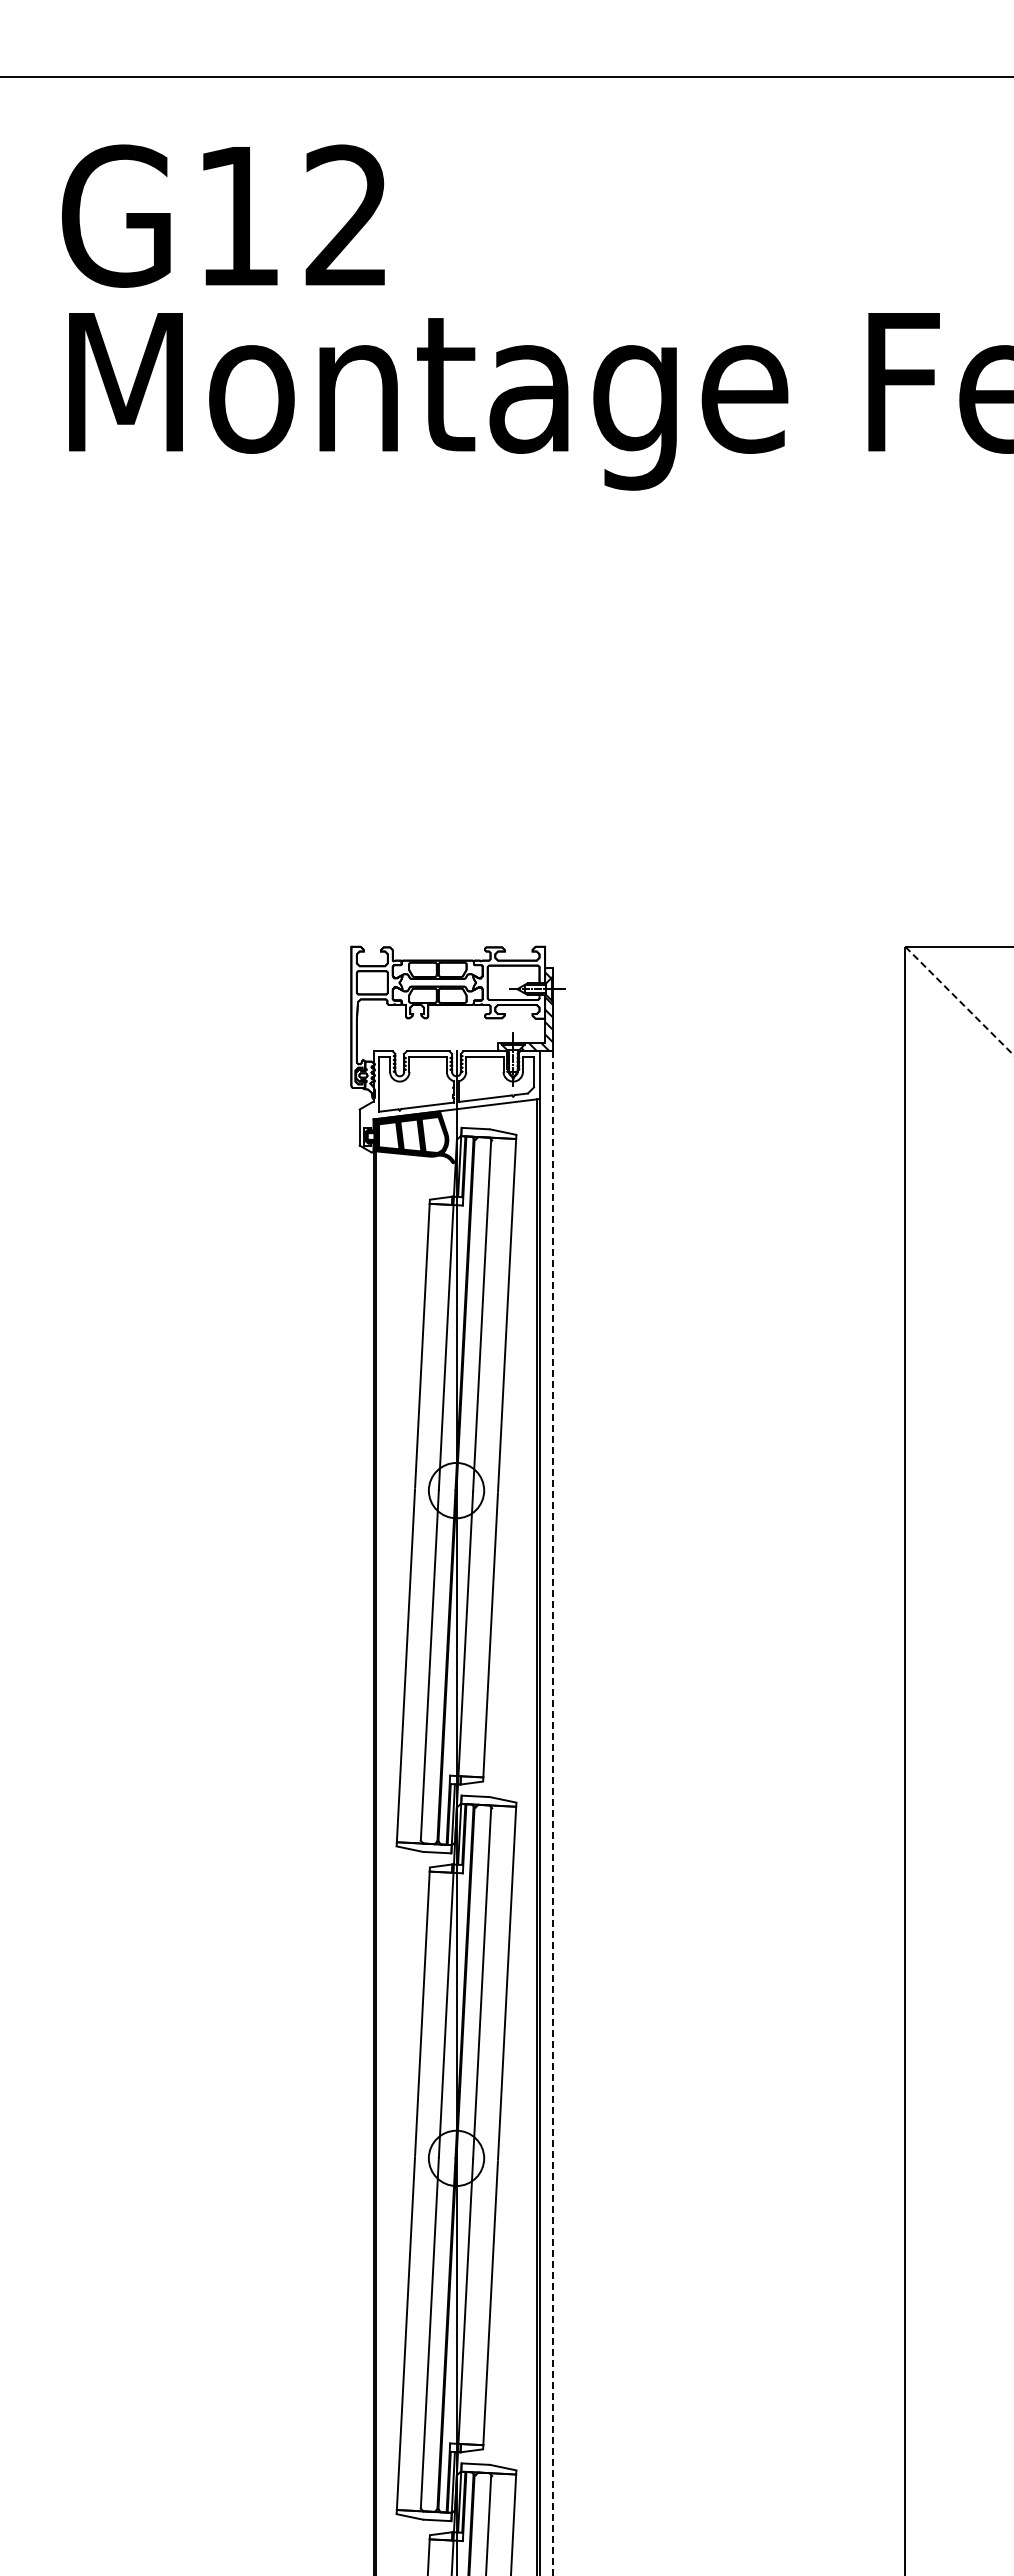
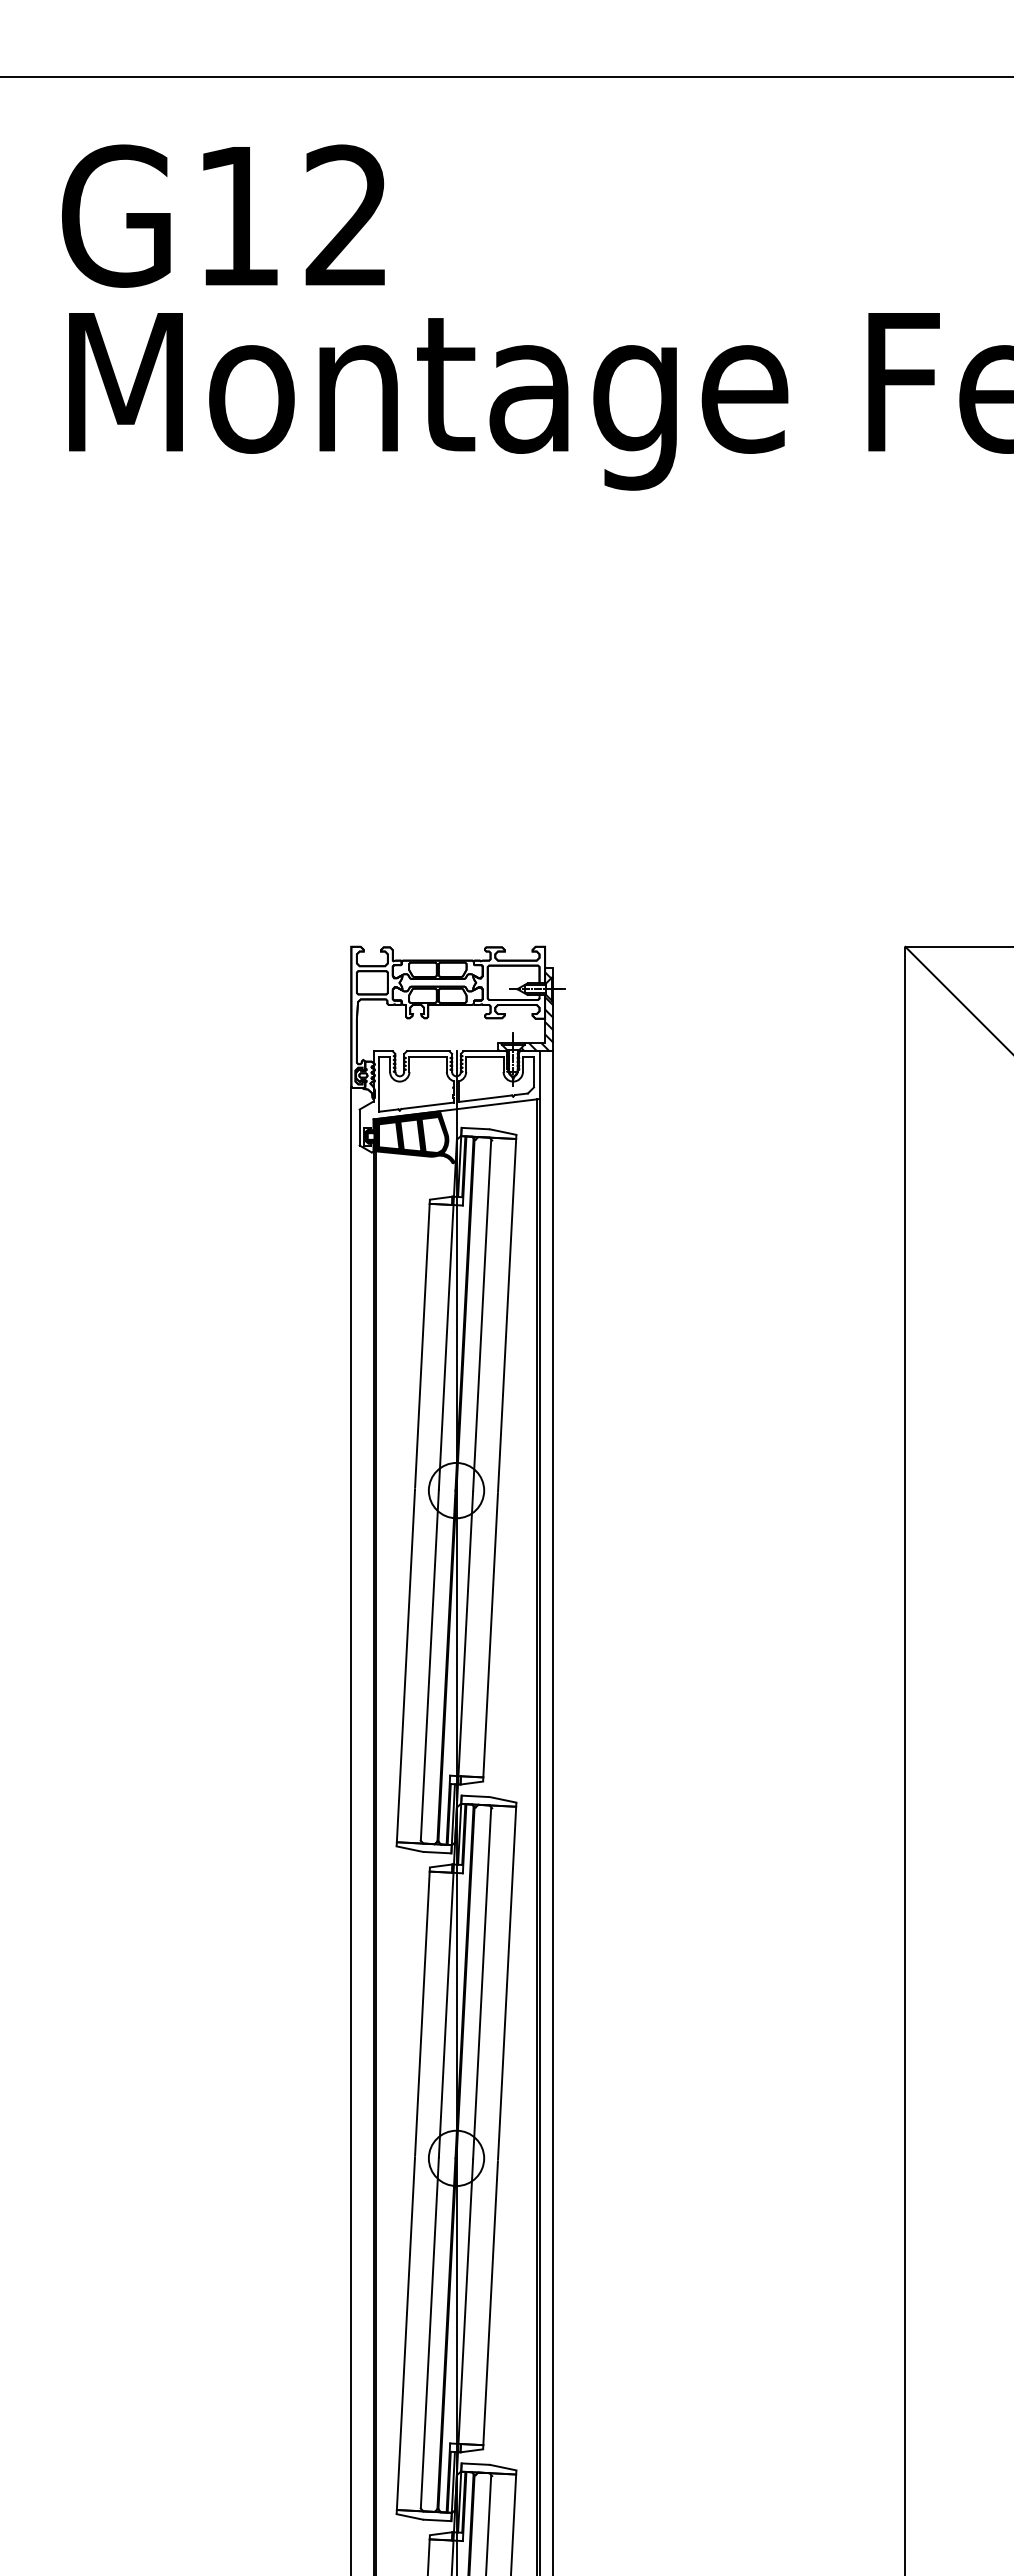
line at (959, 1001): dashed -> solid
line at (553, 1813): dashed -> solid
line at (351, 1829): none -> present
